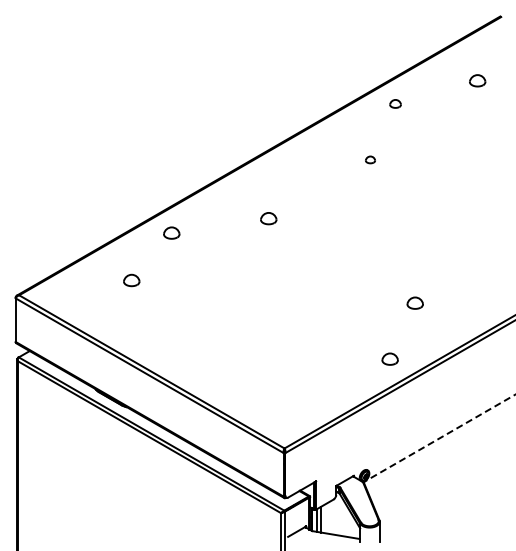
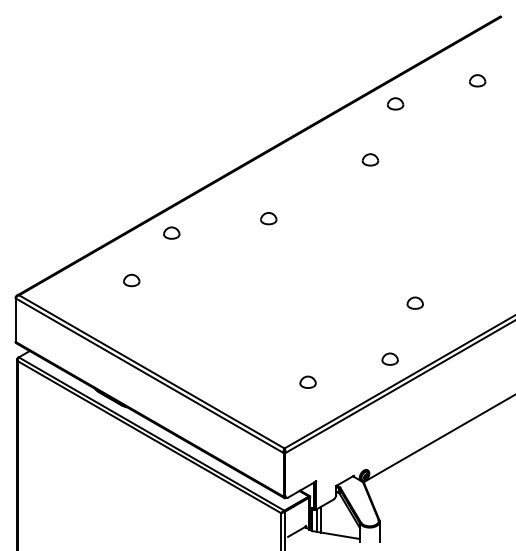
part at (395, 103) size: 13x10 px -> 19x14 px
part at (370, 159) size: 11x10 px -> 19x14 px
part at (307, 381): none -> present
line at (439, 438): dashed -> solid
